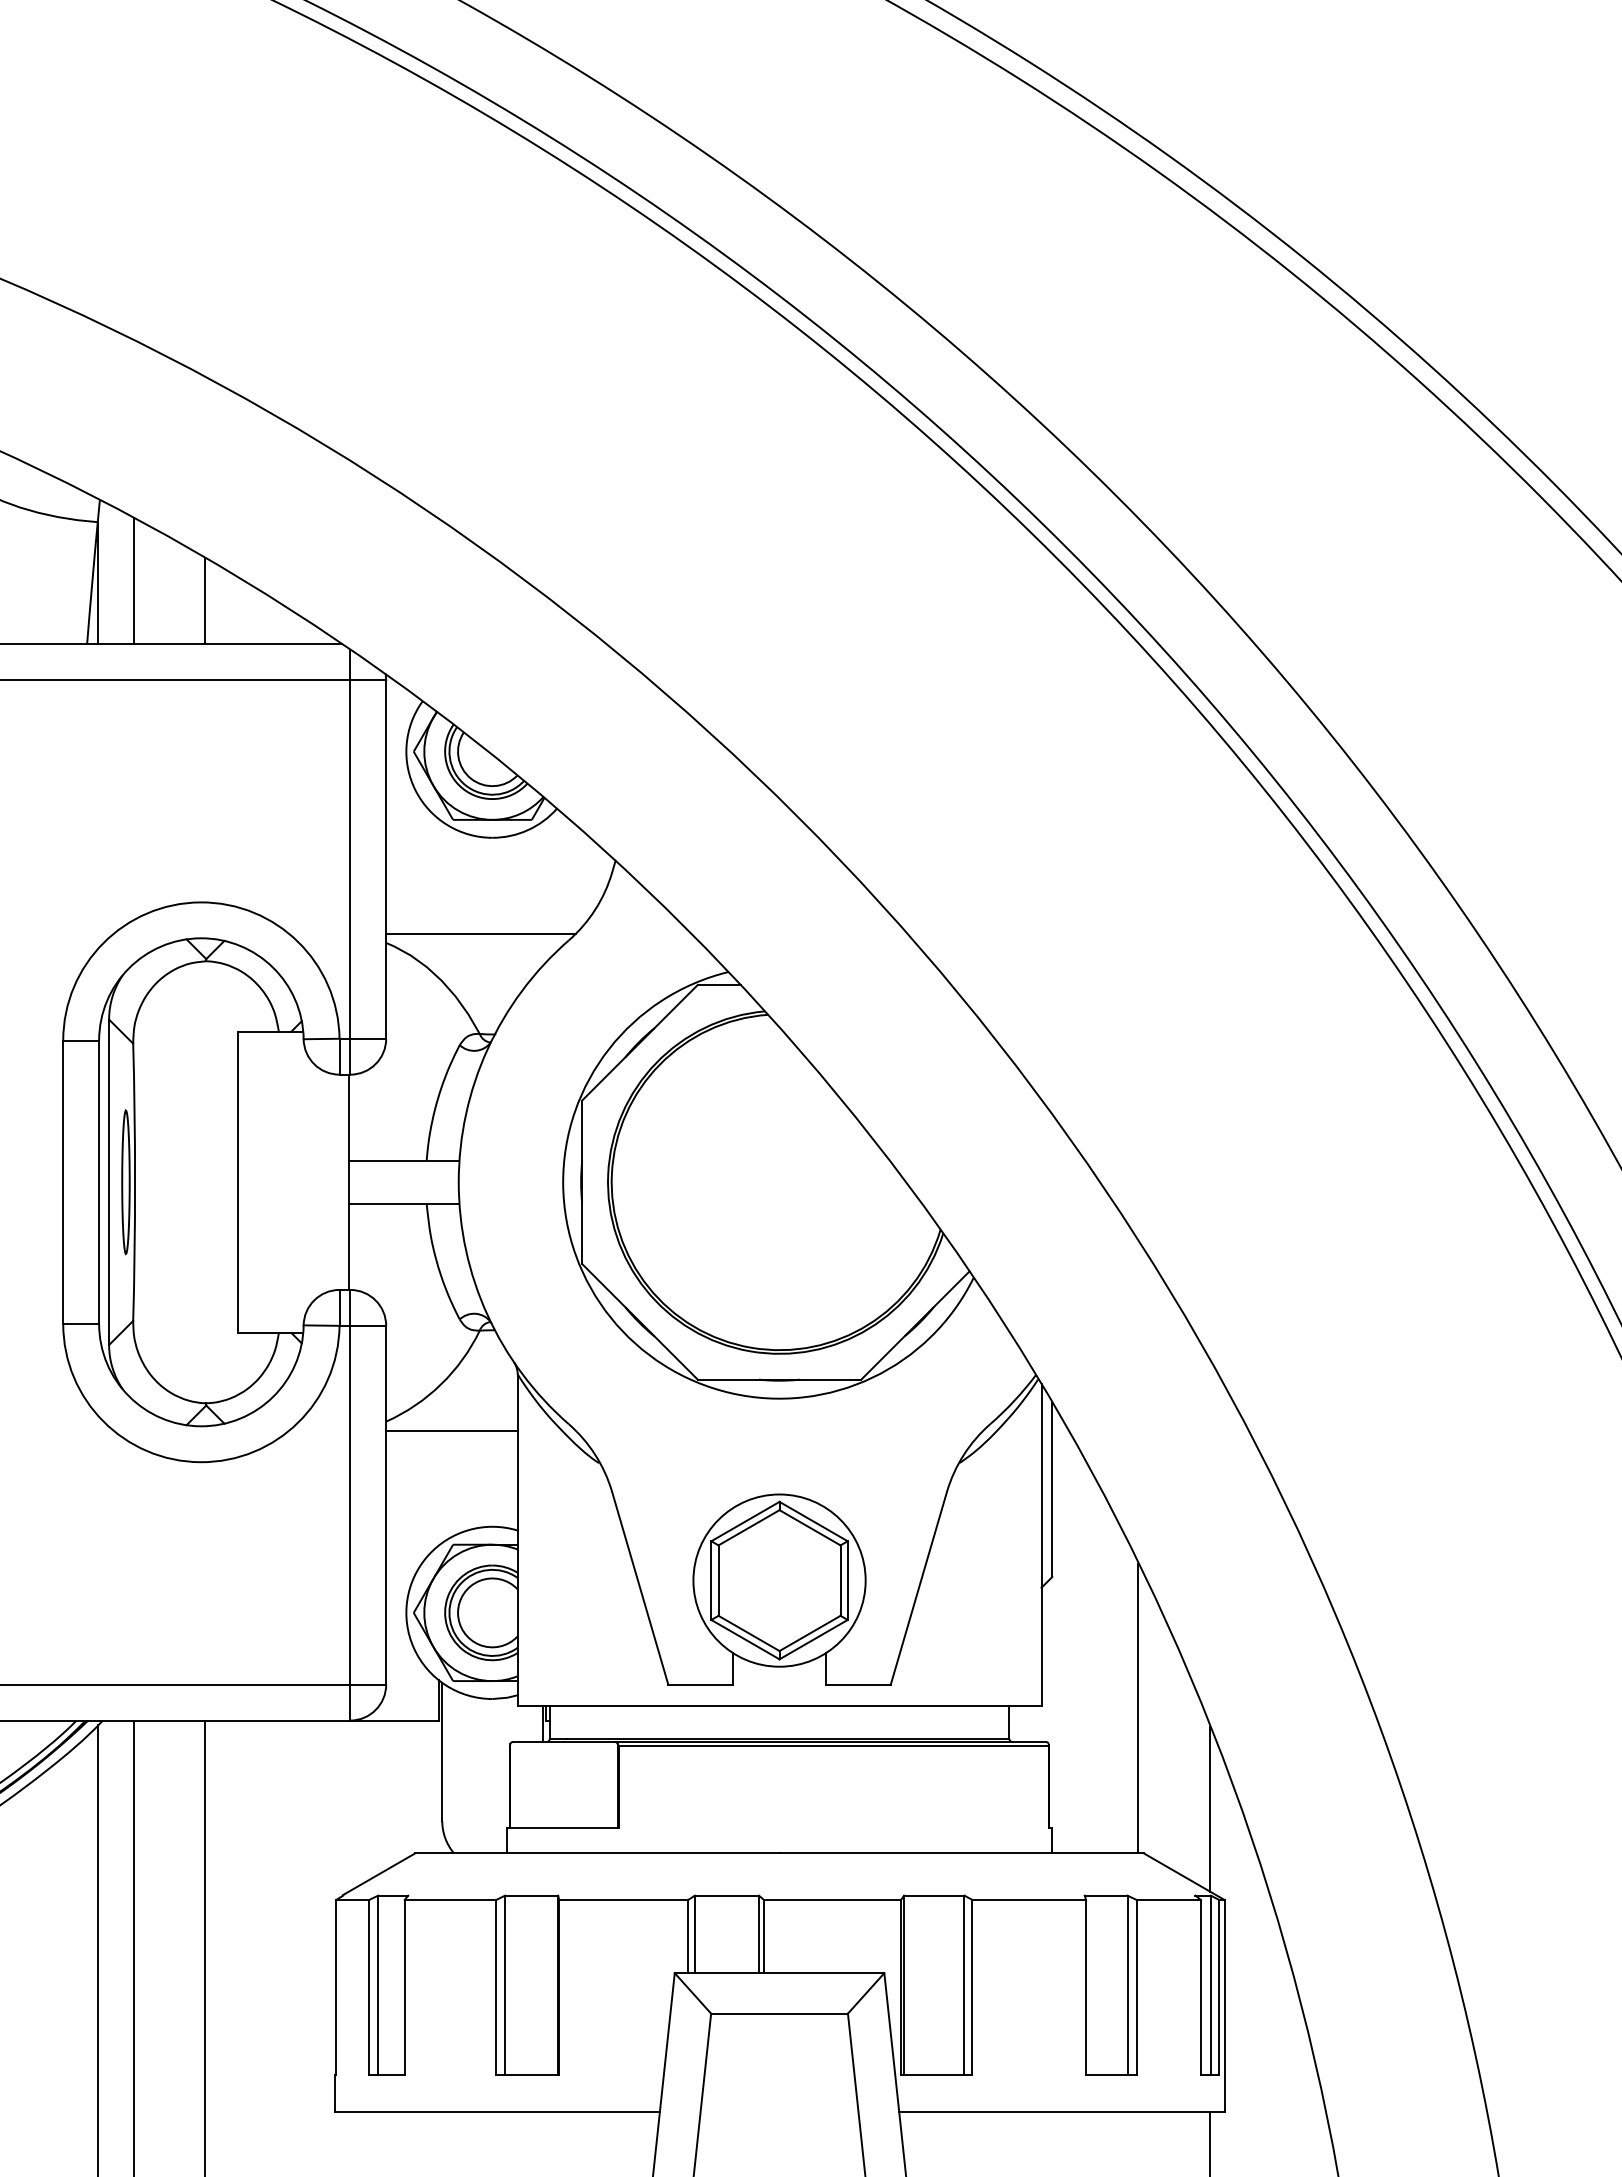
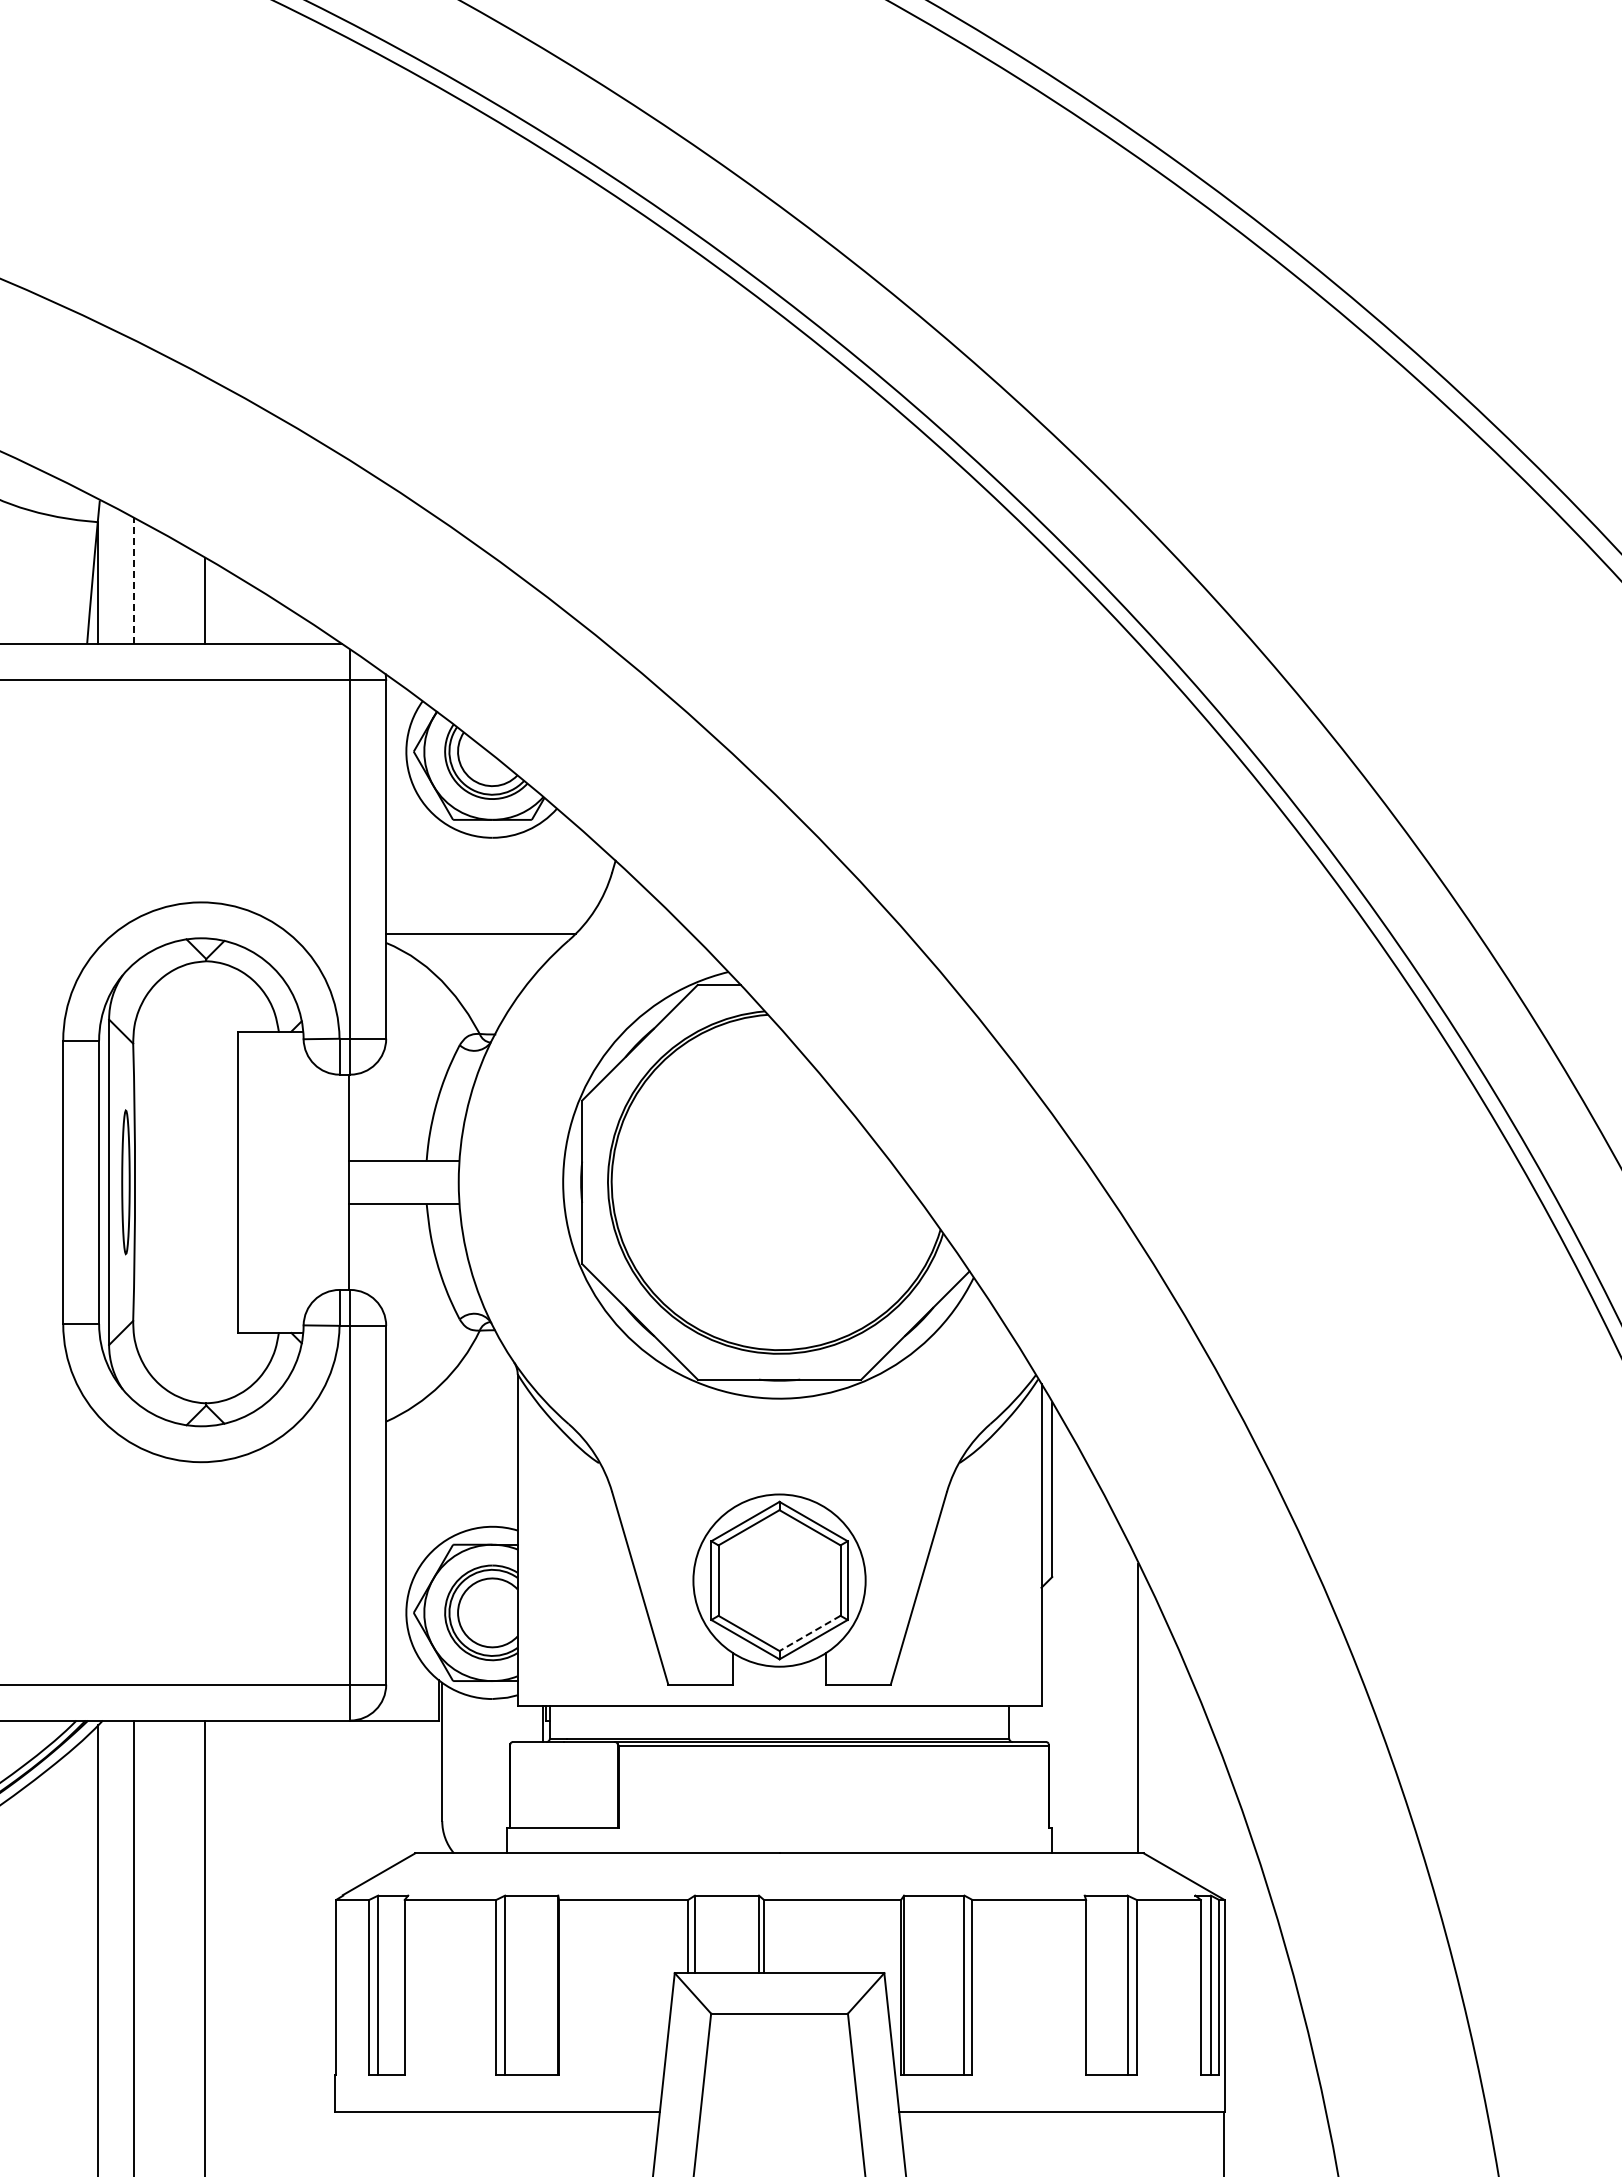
line at (133, 580): solid -> dashed
line at (451, 1430): present -> none
line at (809, 1633): solid -> dashed
line at (1210, 1808): present -> none
line at (1210, 2142) position: (1210, 2142) -> (1224, 2142)
